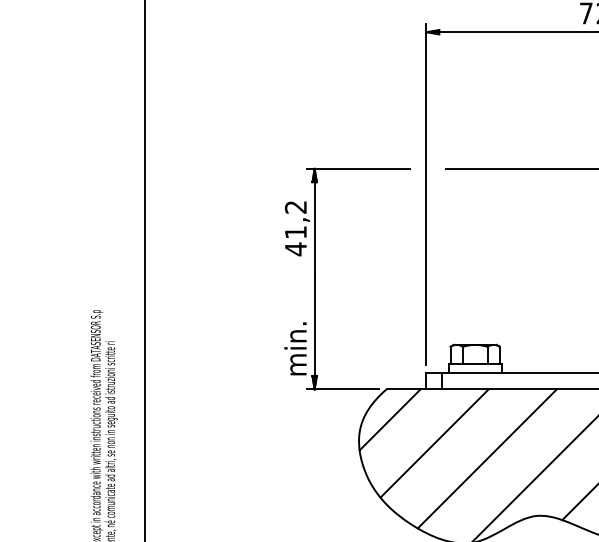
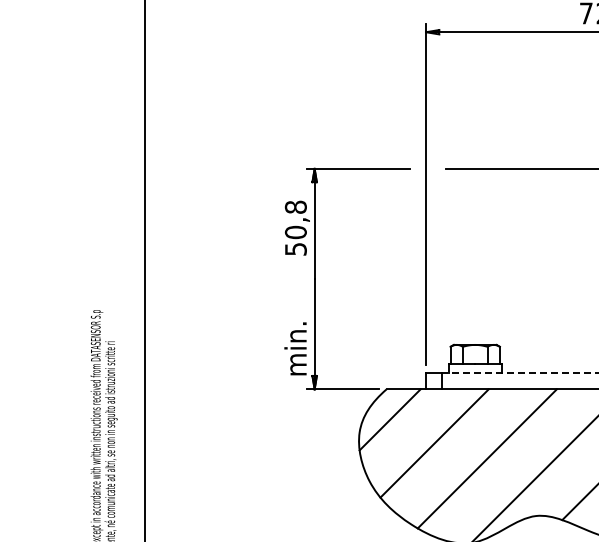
text at (295, 228): 41,2 -> 50,8
line at (519, 373): solid -> dashed
